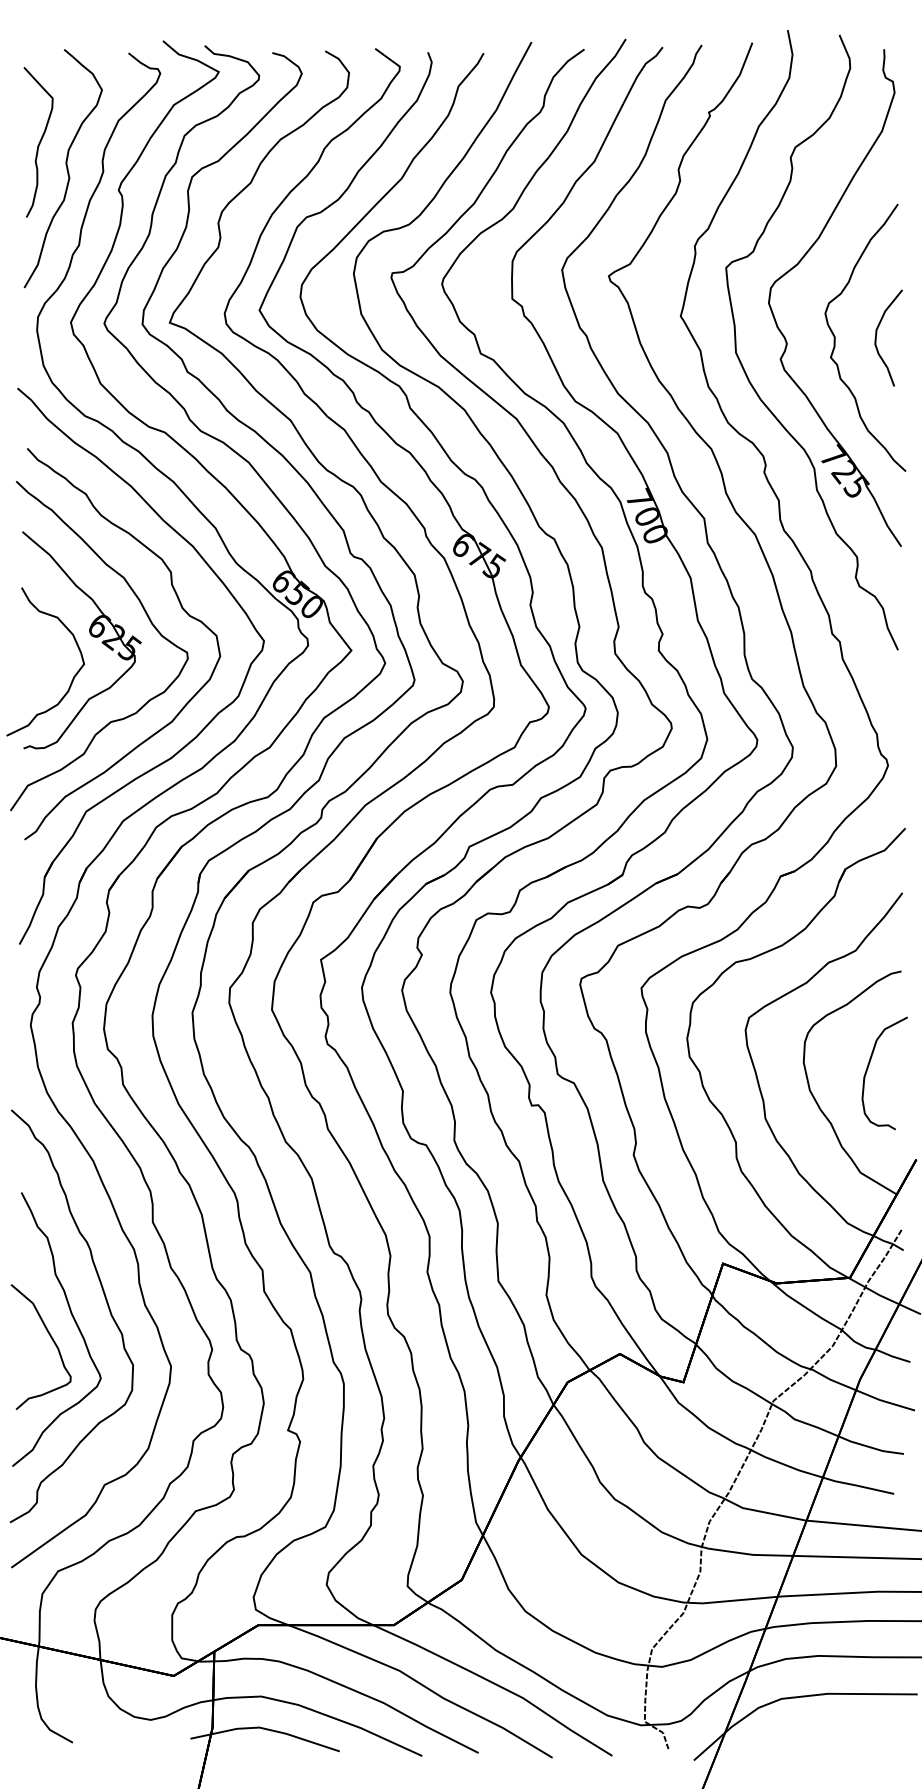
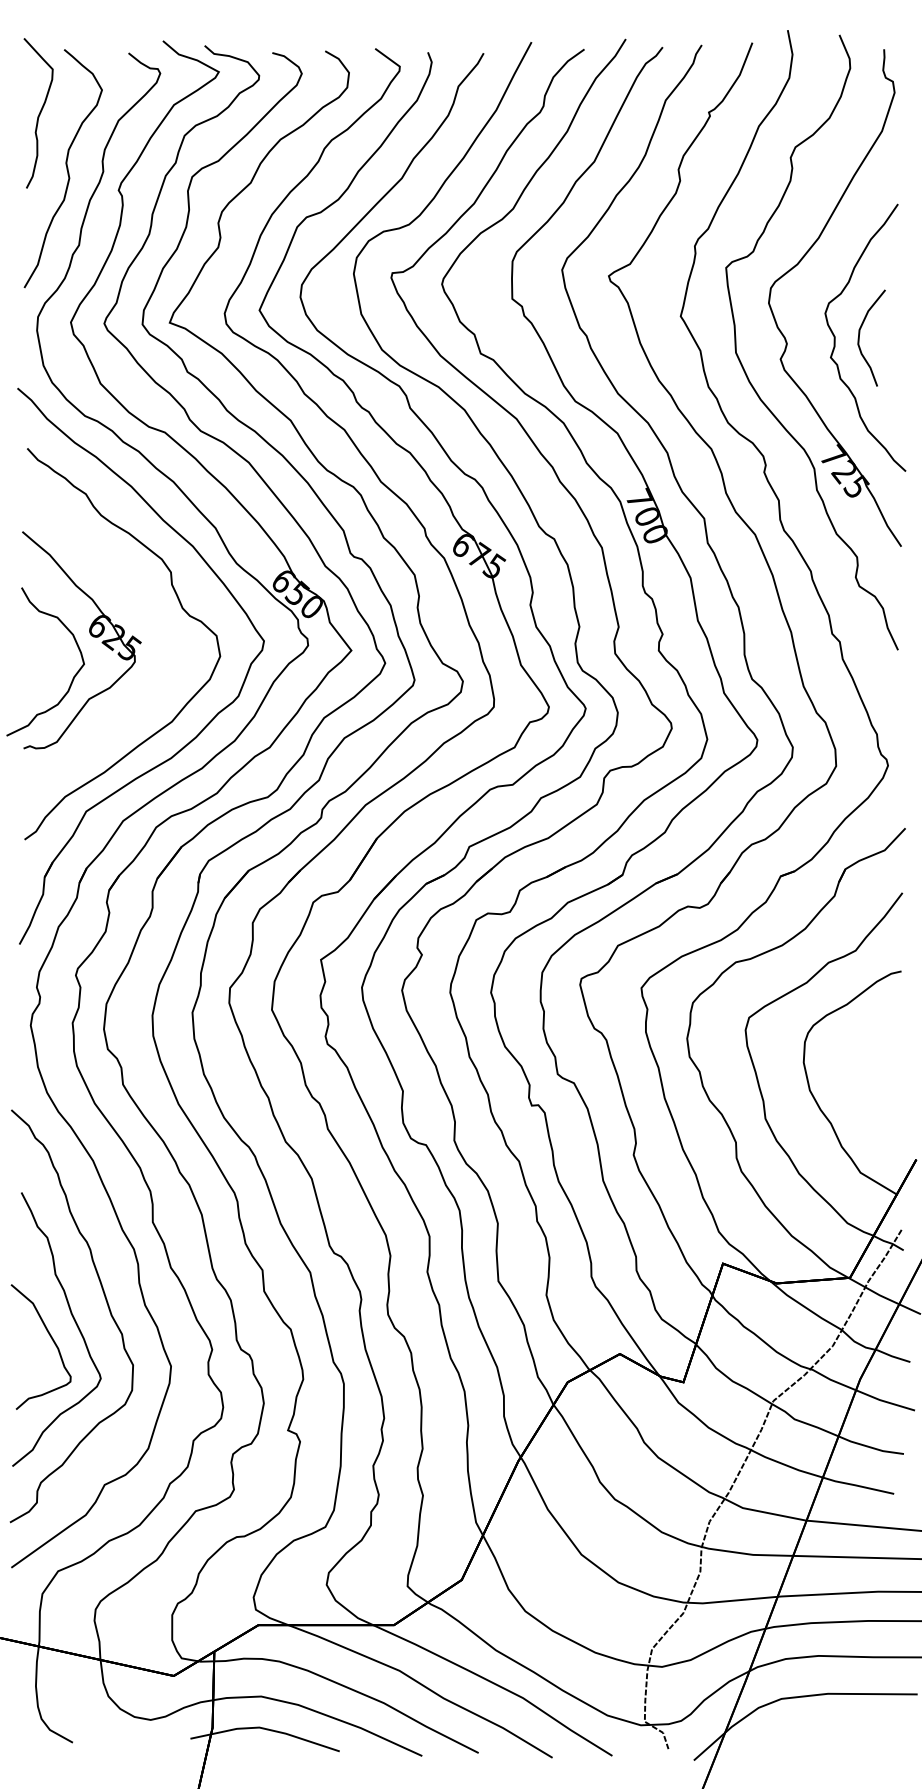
curve at (39, 142) position: (39, 142) -> (39, 113)
curve at (877, 333) position: (877, 333) -> (860, 333)
curve at (149, 621): present -> none
curve at (868, 1068): present -> none
